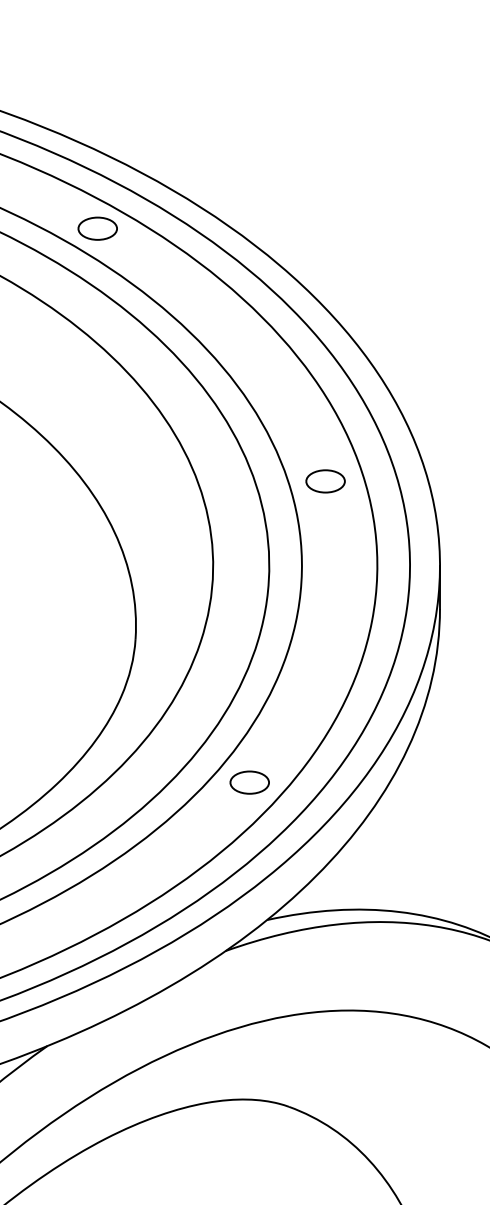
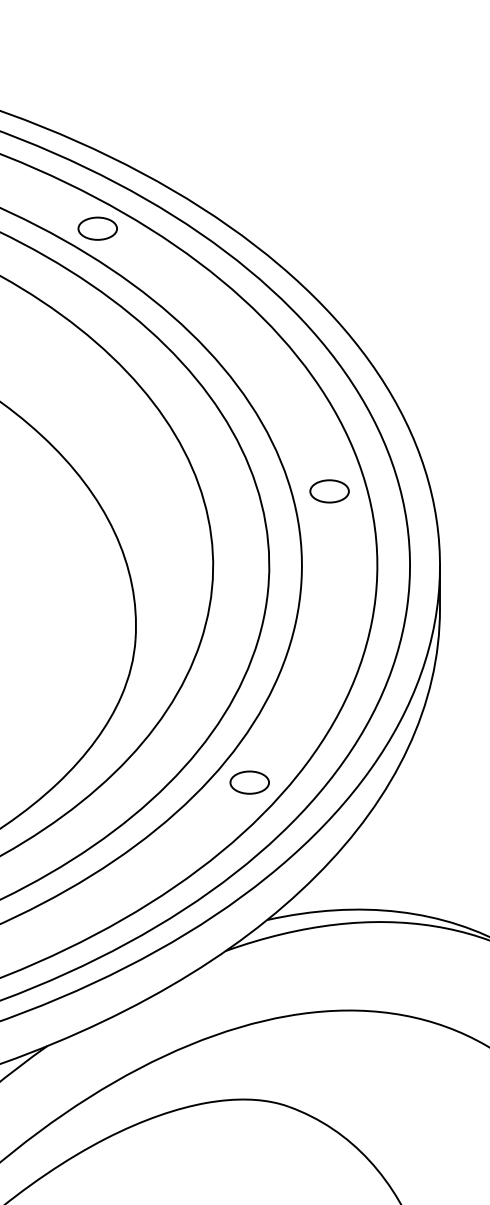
part at (325, 481) position: (325, 481) -> (329, 491)
